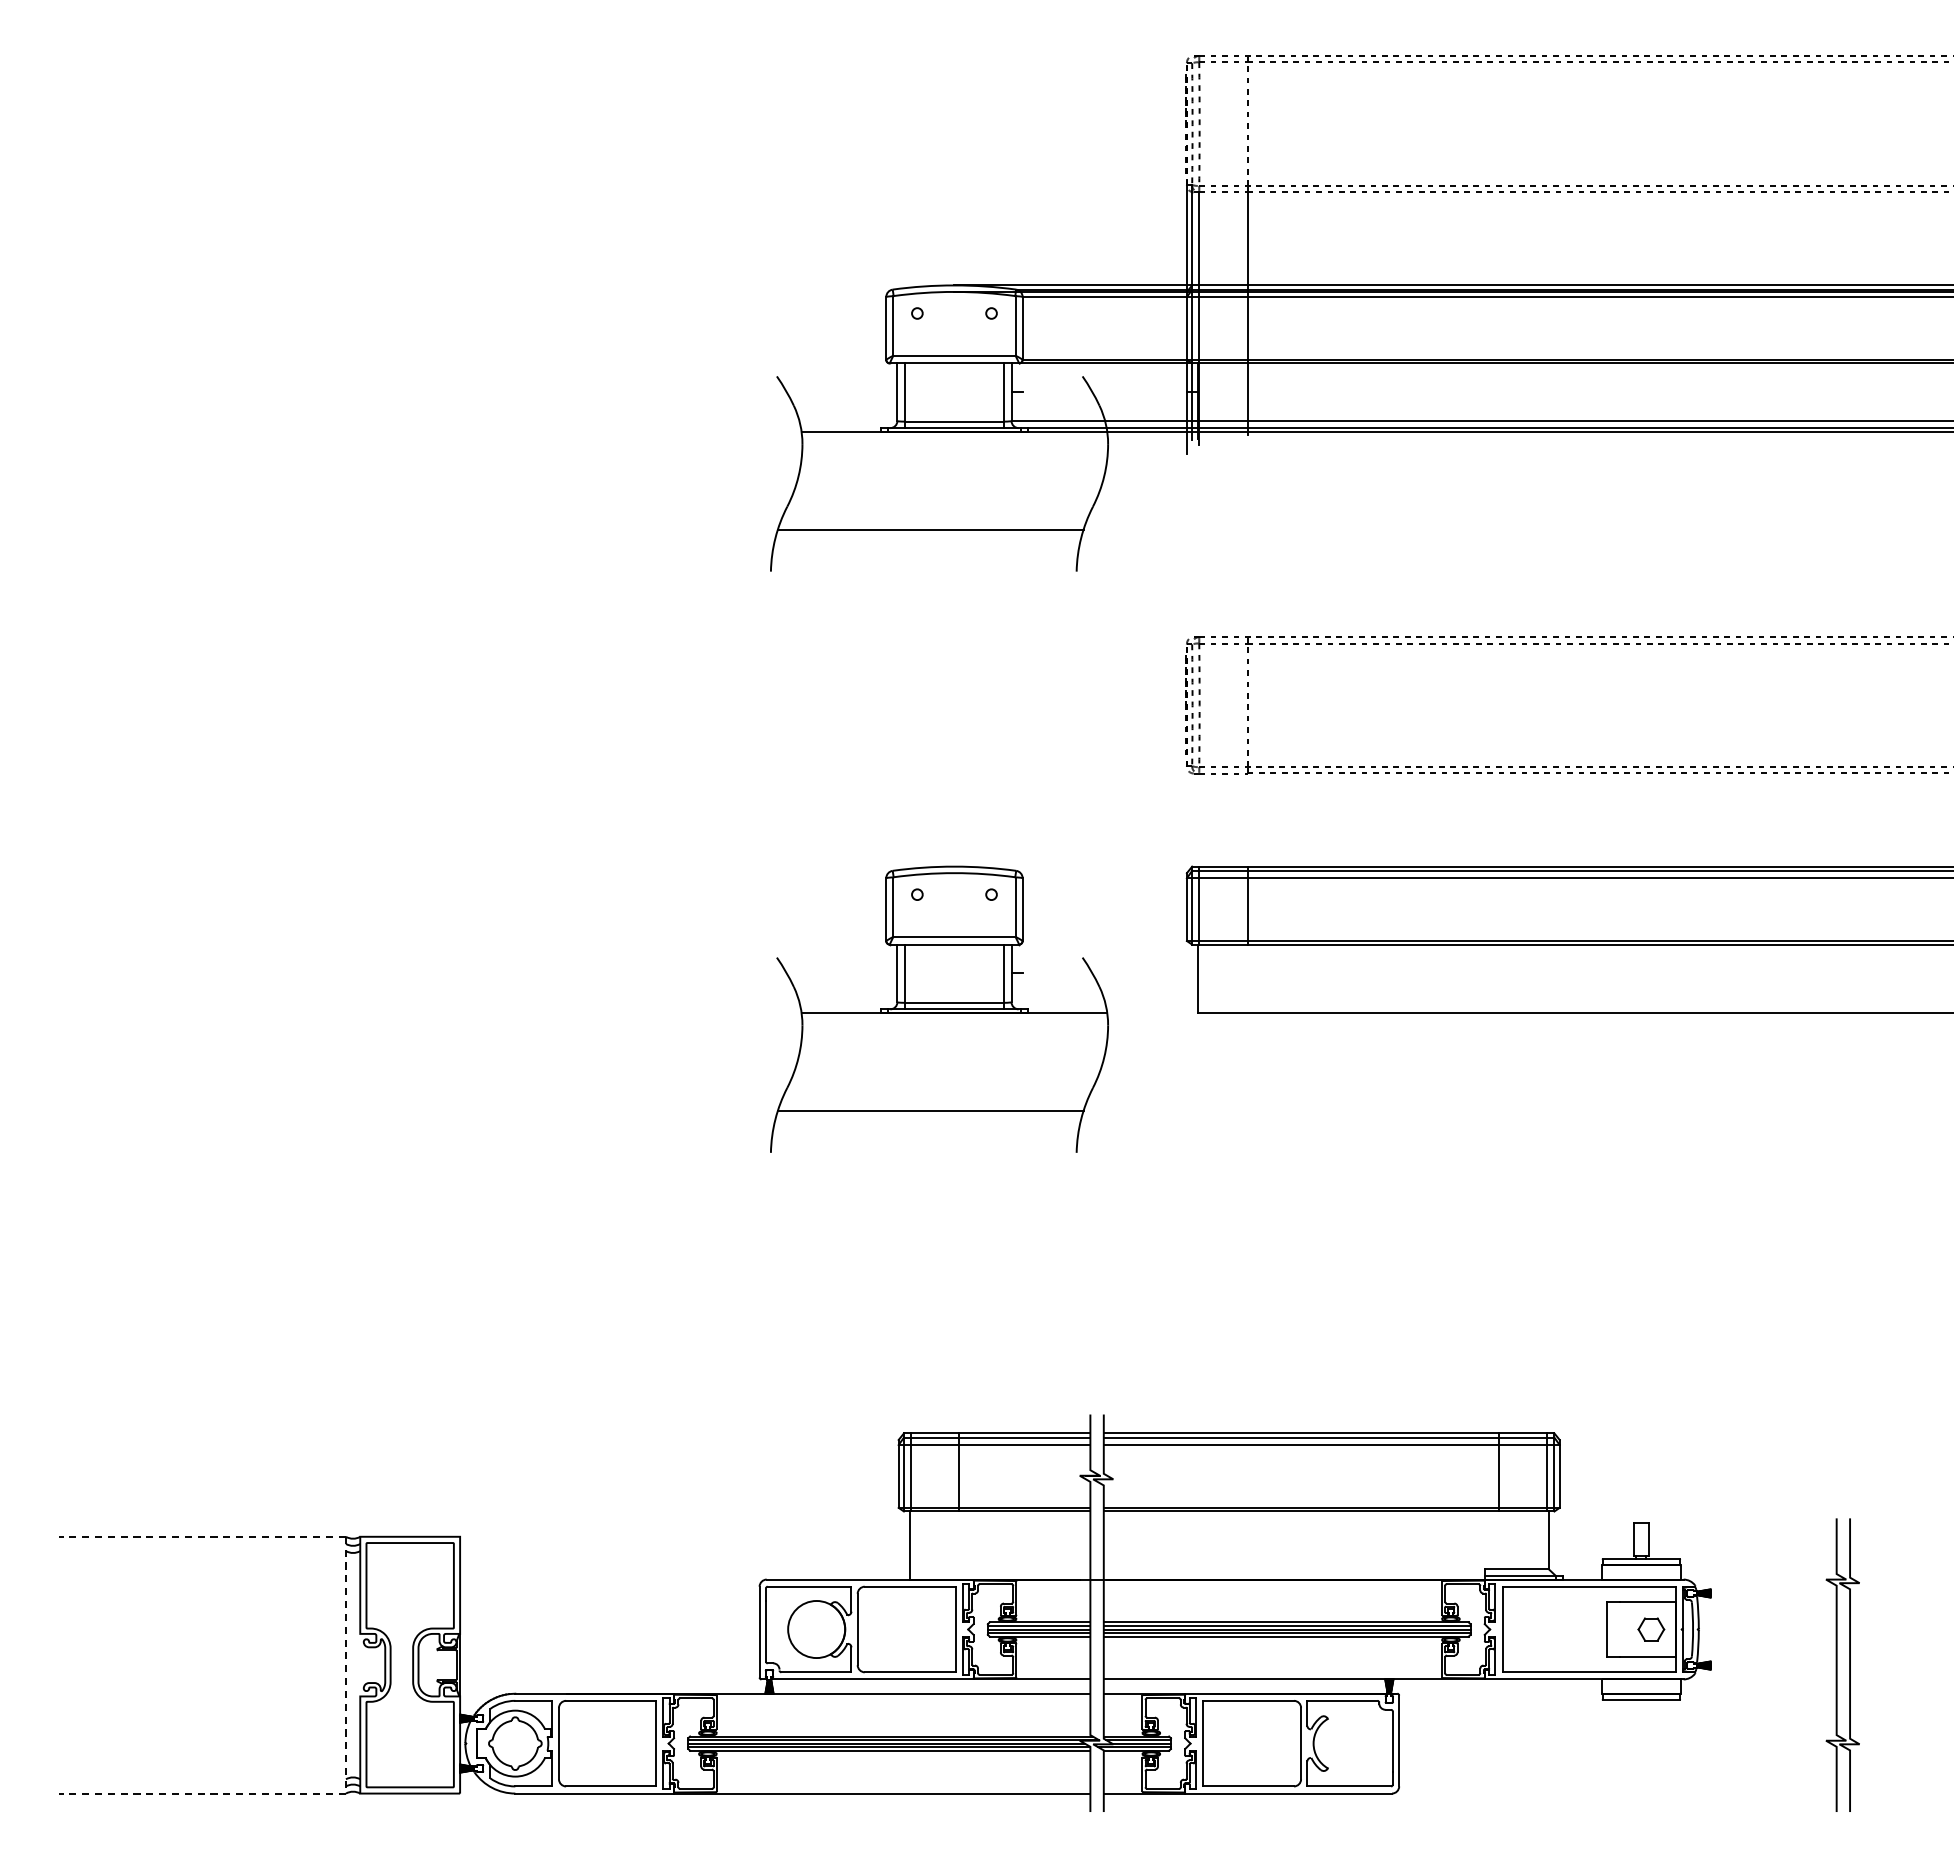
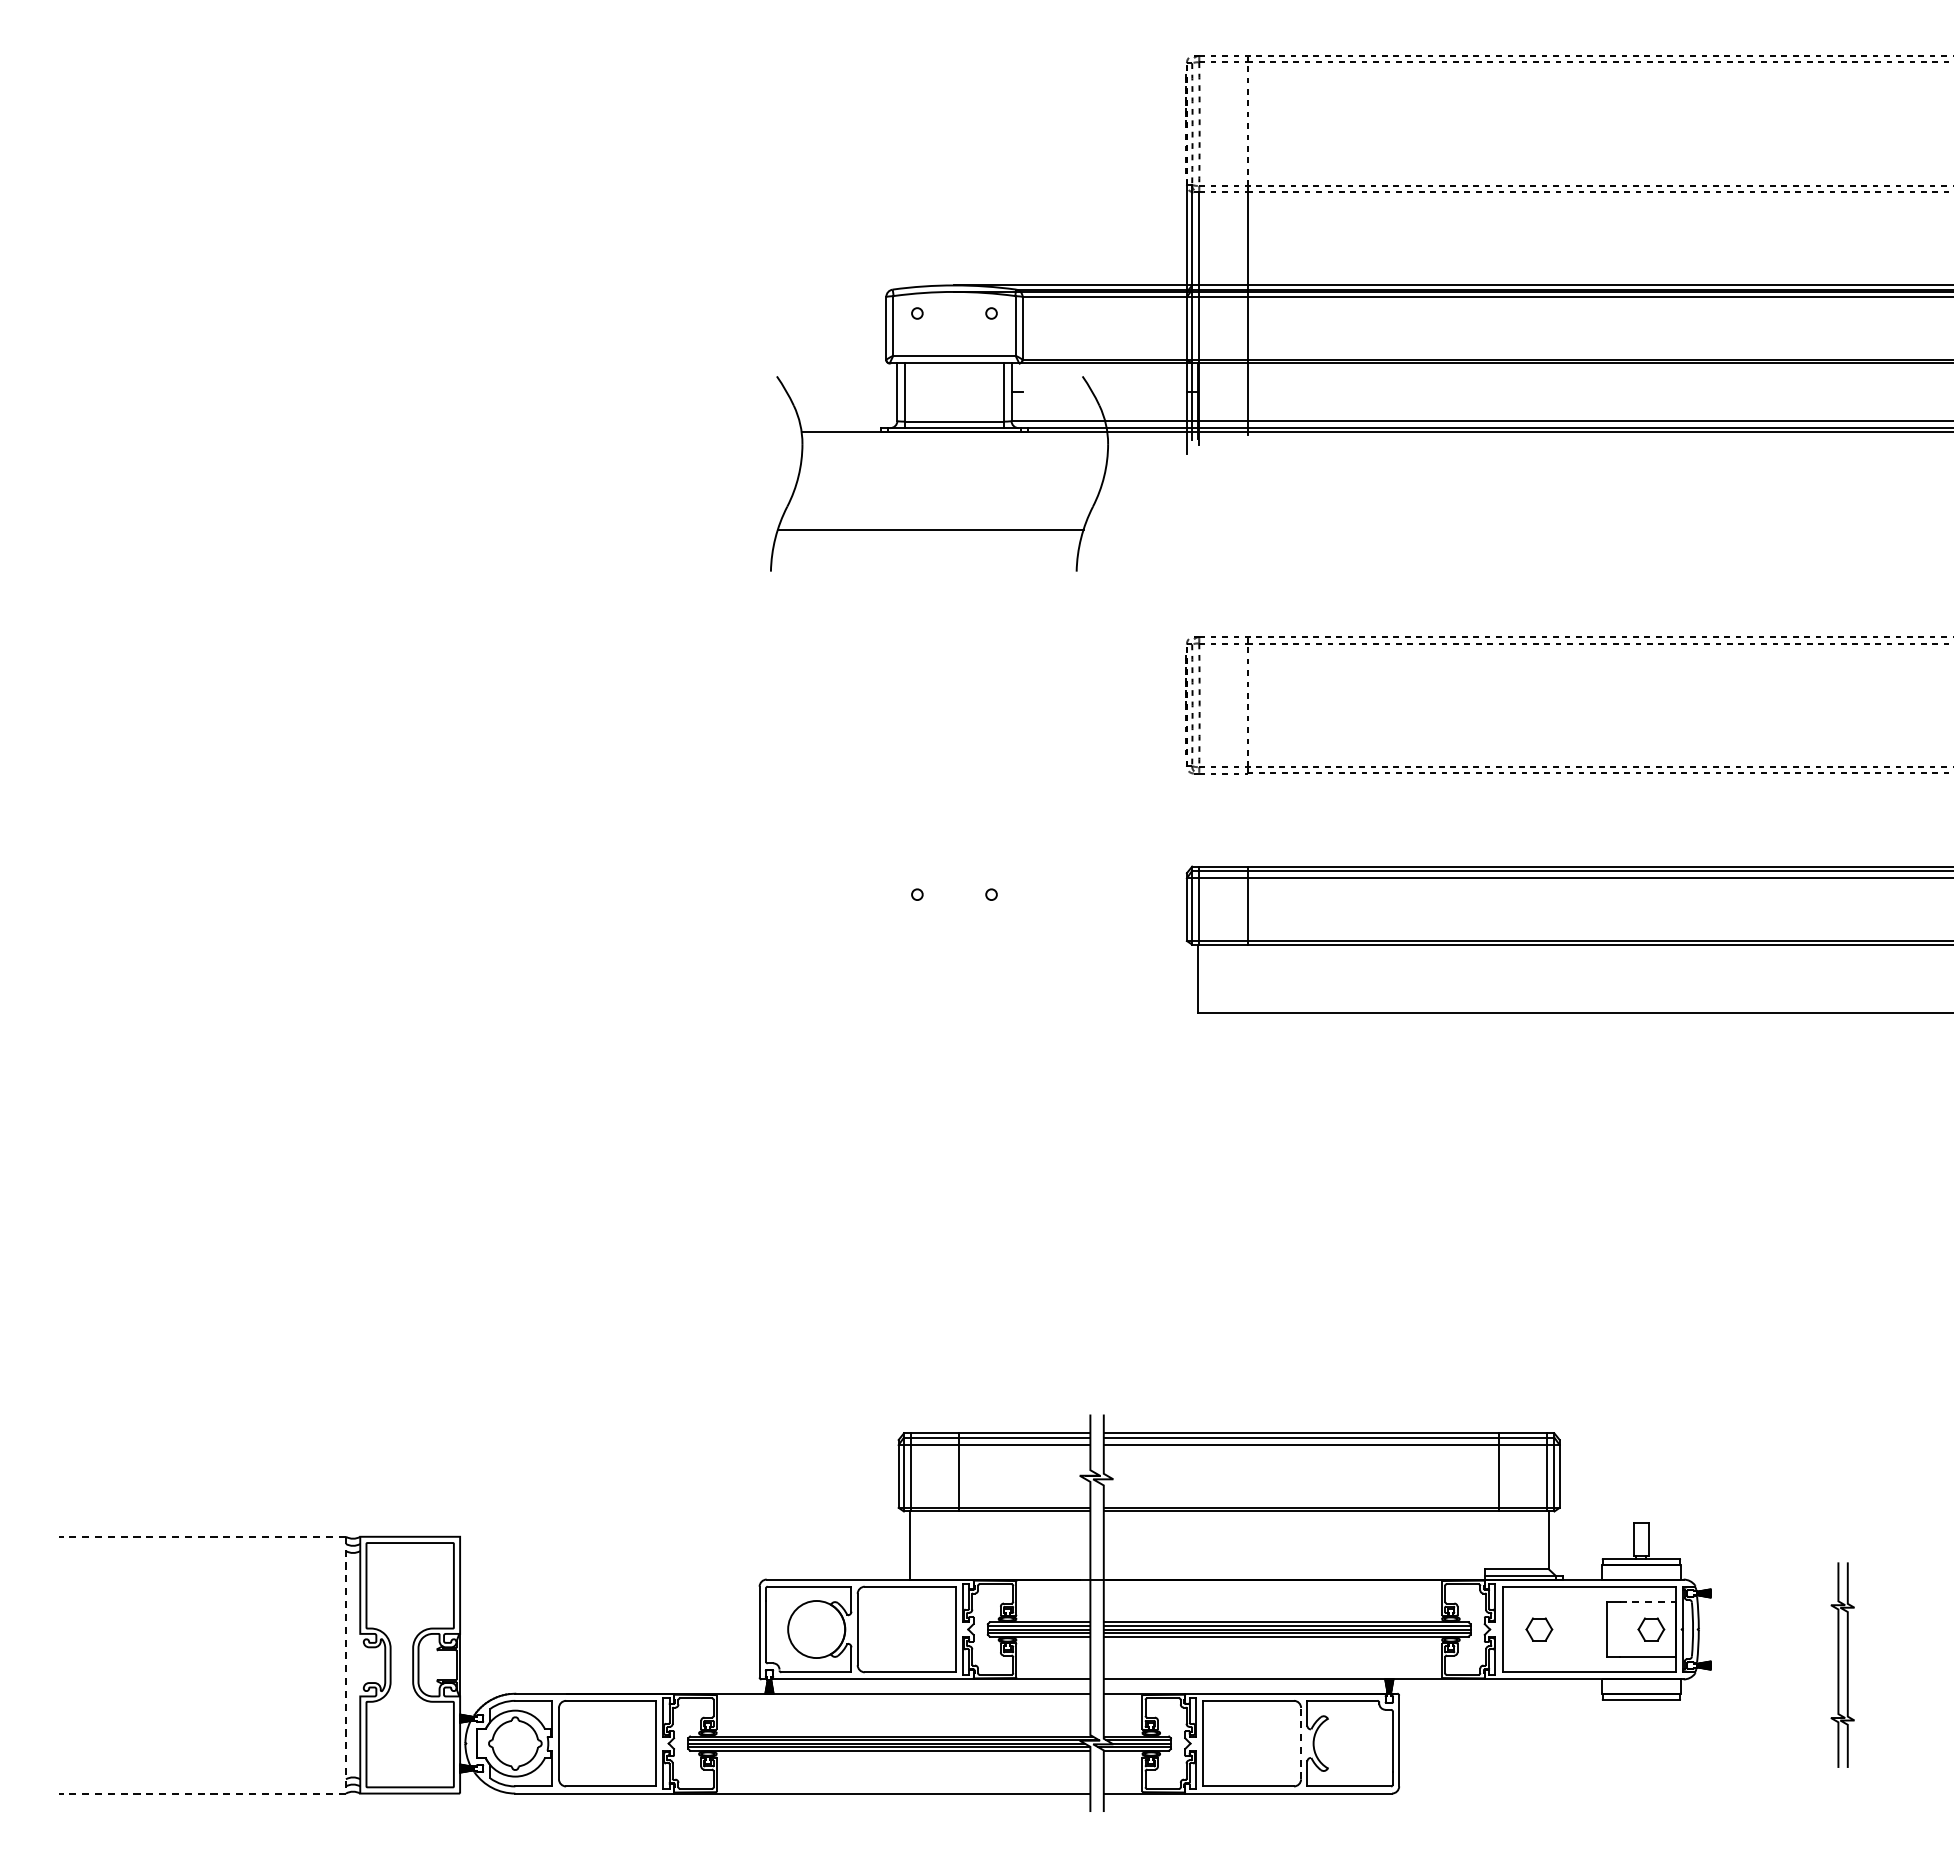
part at (939, 1008): present -> none
line at (1647, 1601): solid -> dashed
part at (1539, 1629): none -> present
part at (1842, 1664) size: 35x294 px -> 25x206 px
line at (1301, 1743): solid -> dashed
